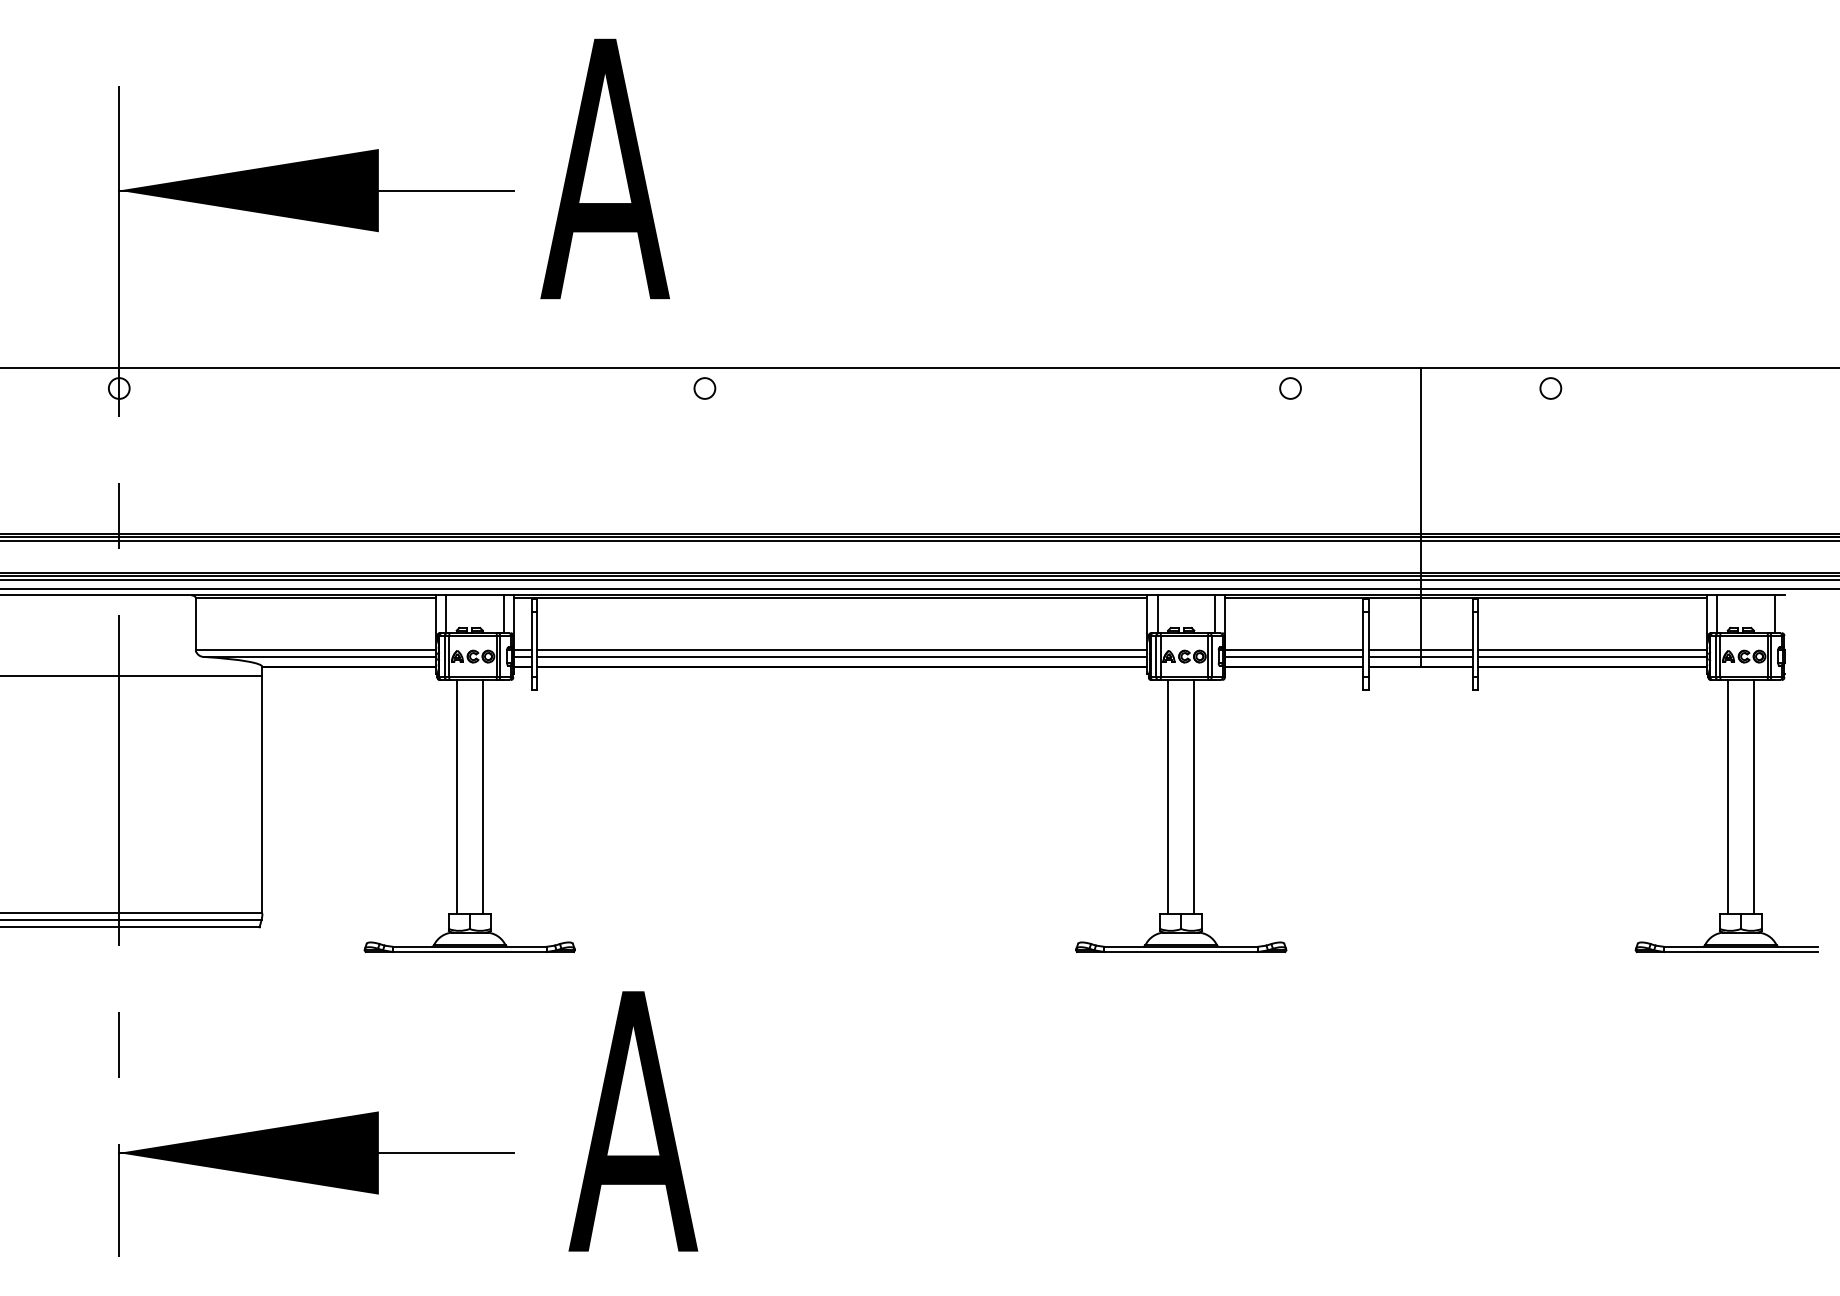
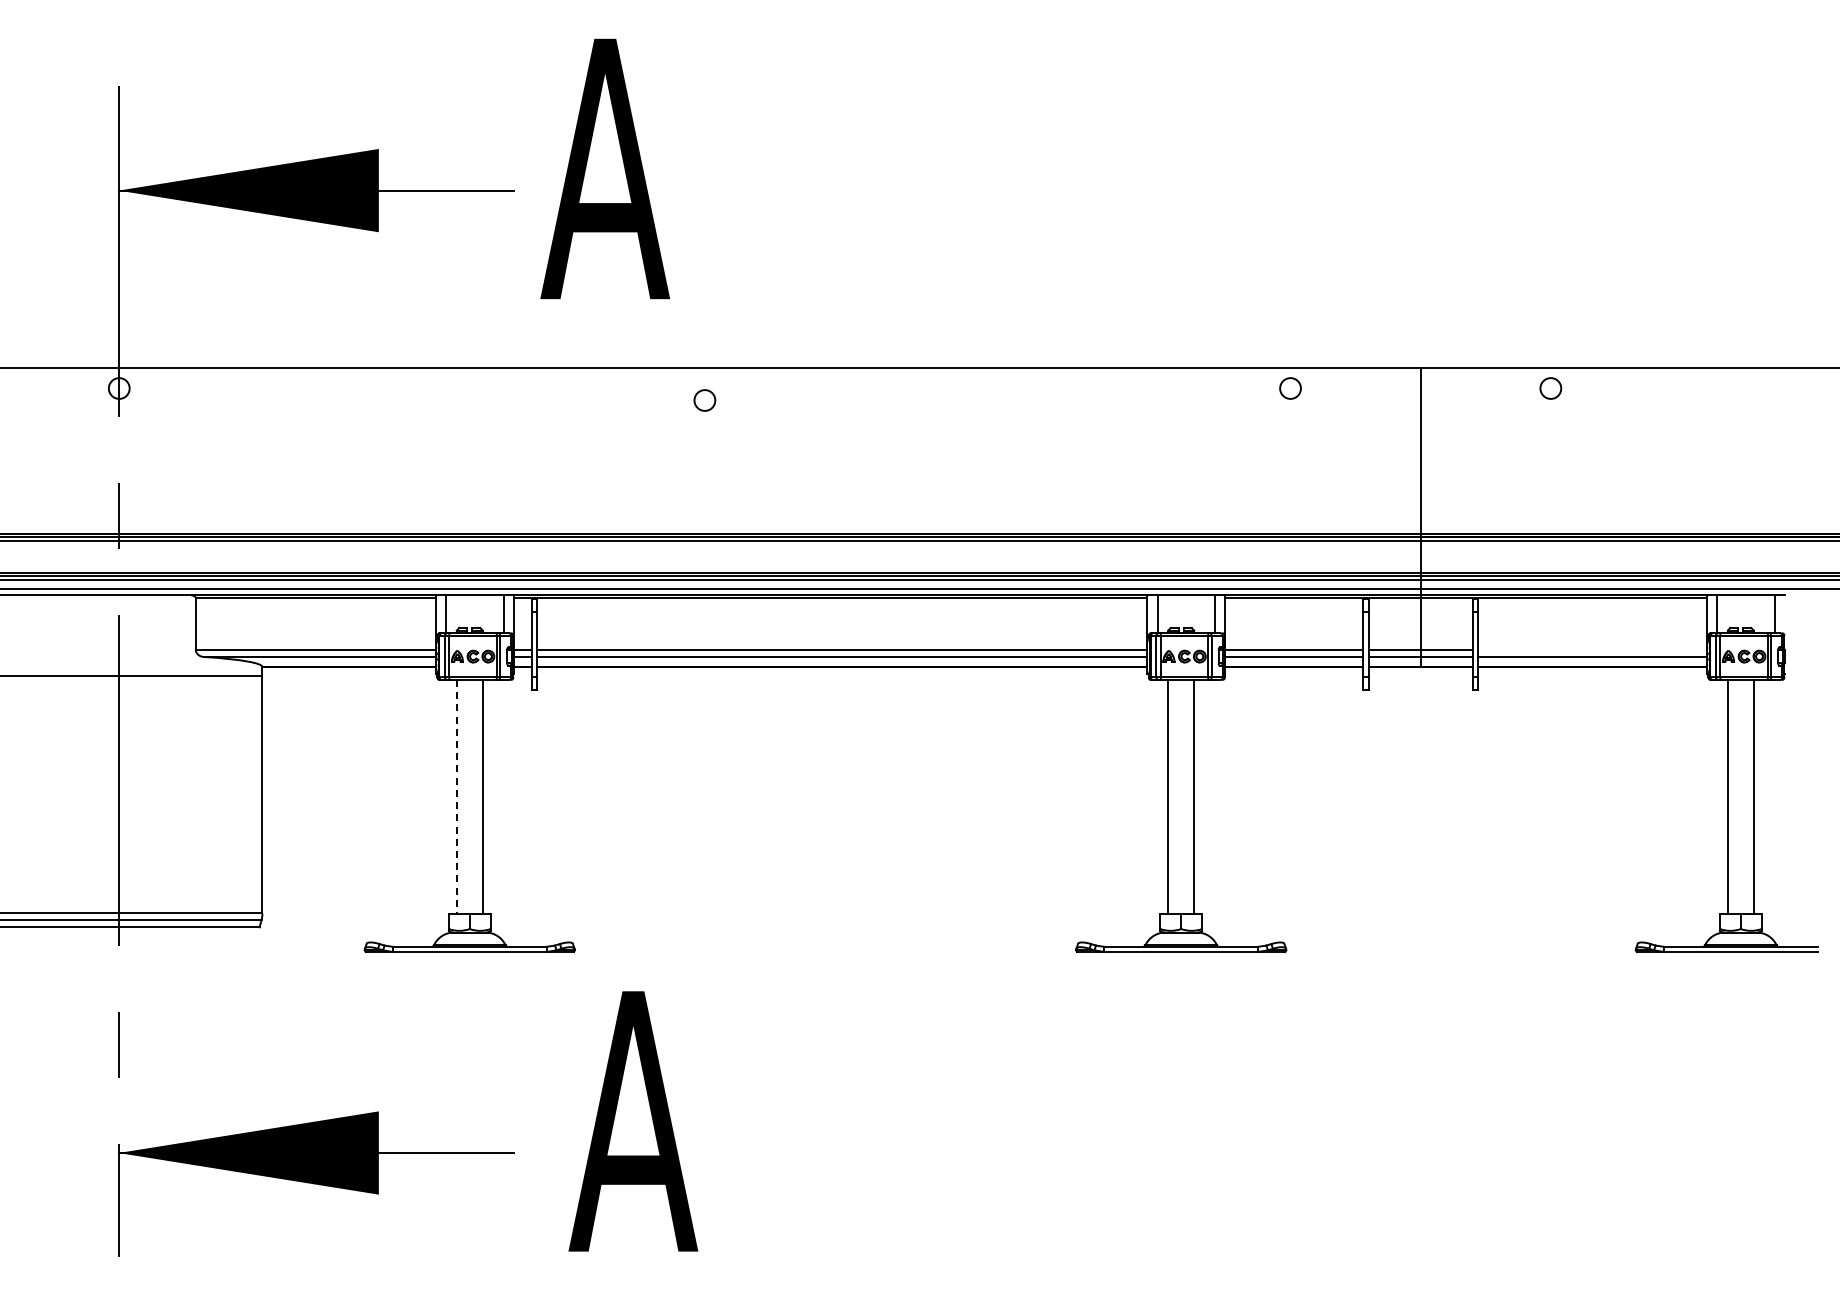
circle at (704, 388) position: (704, 388) -> (704, 400)
line at (1592, 650): present -> none
line at (456, 797): solid -> dashed
